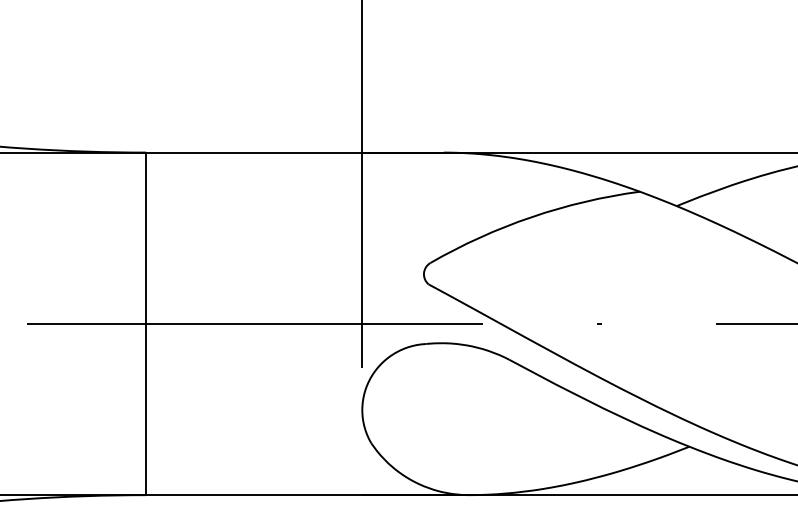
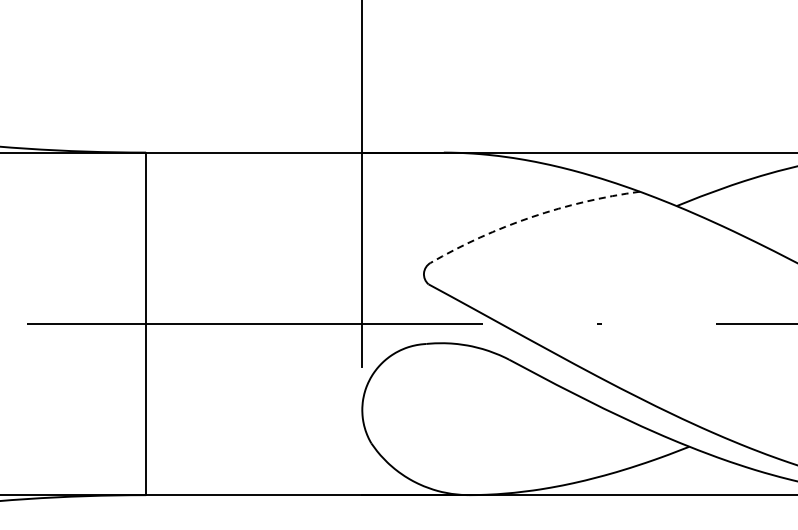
arc at (531, 217): solid -> dashed
